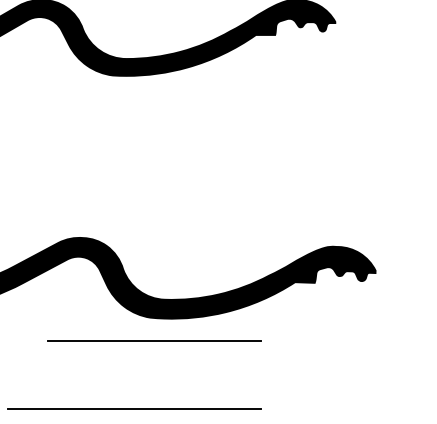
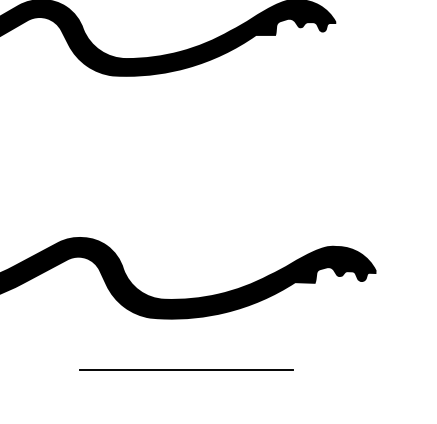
line at (154, 340) position: (154, 340) -> (186, 369)
line at (134, 409): present -> none
